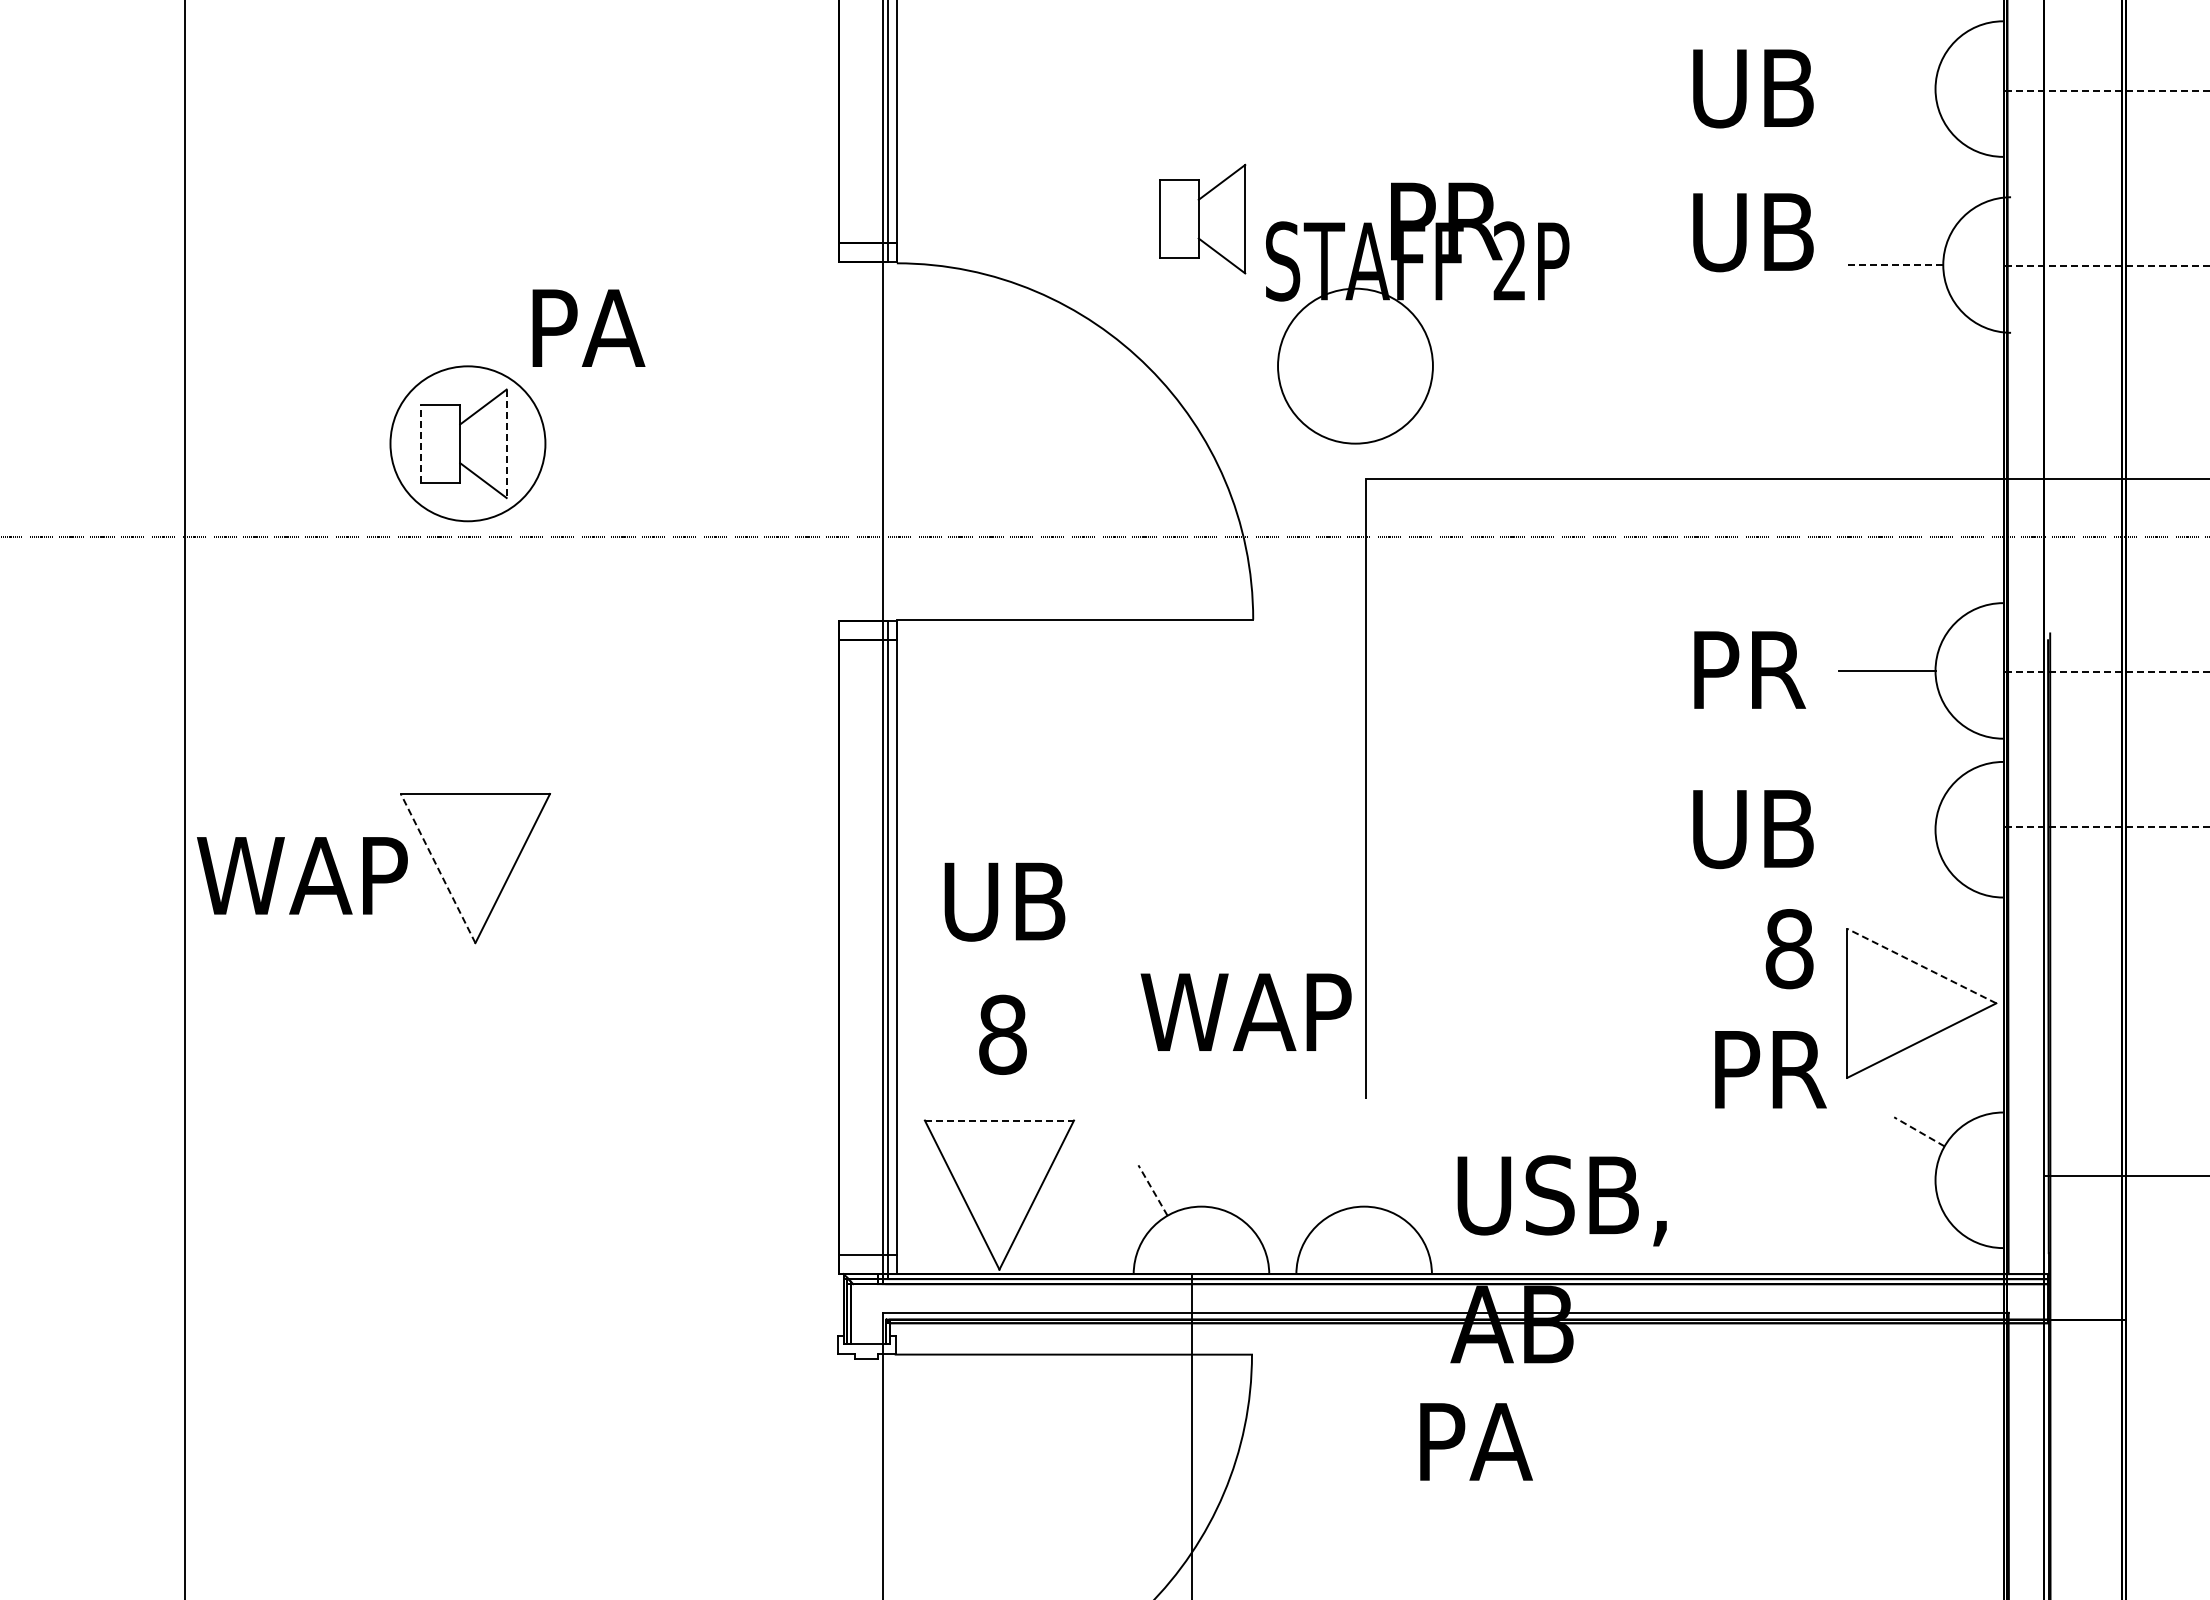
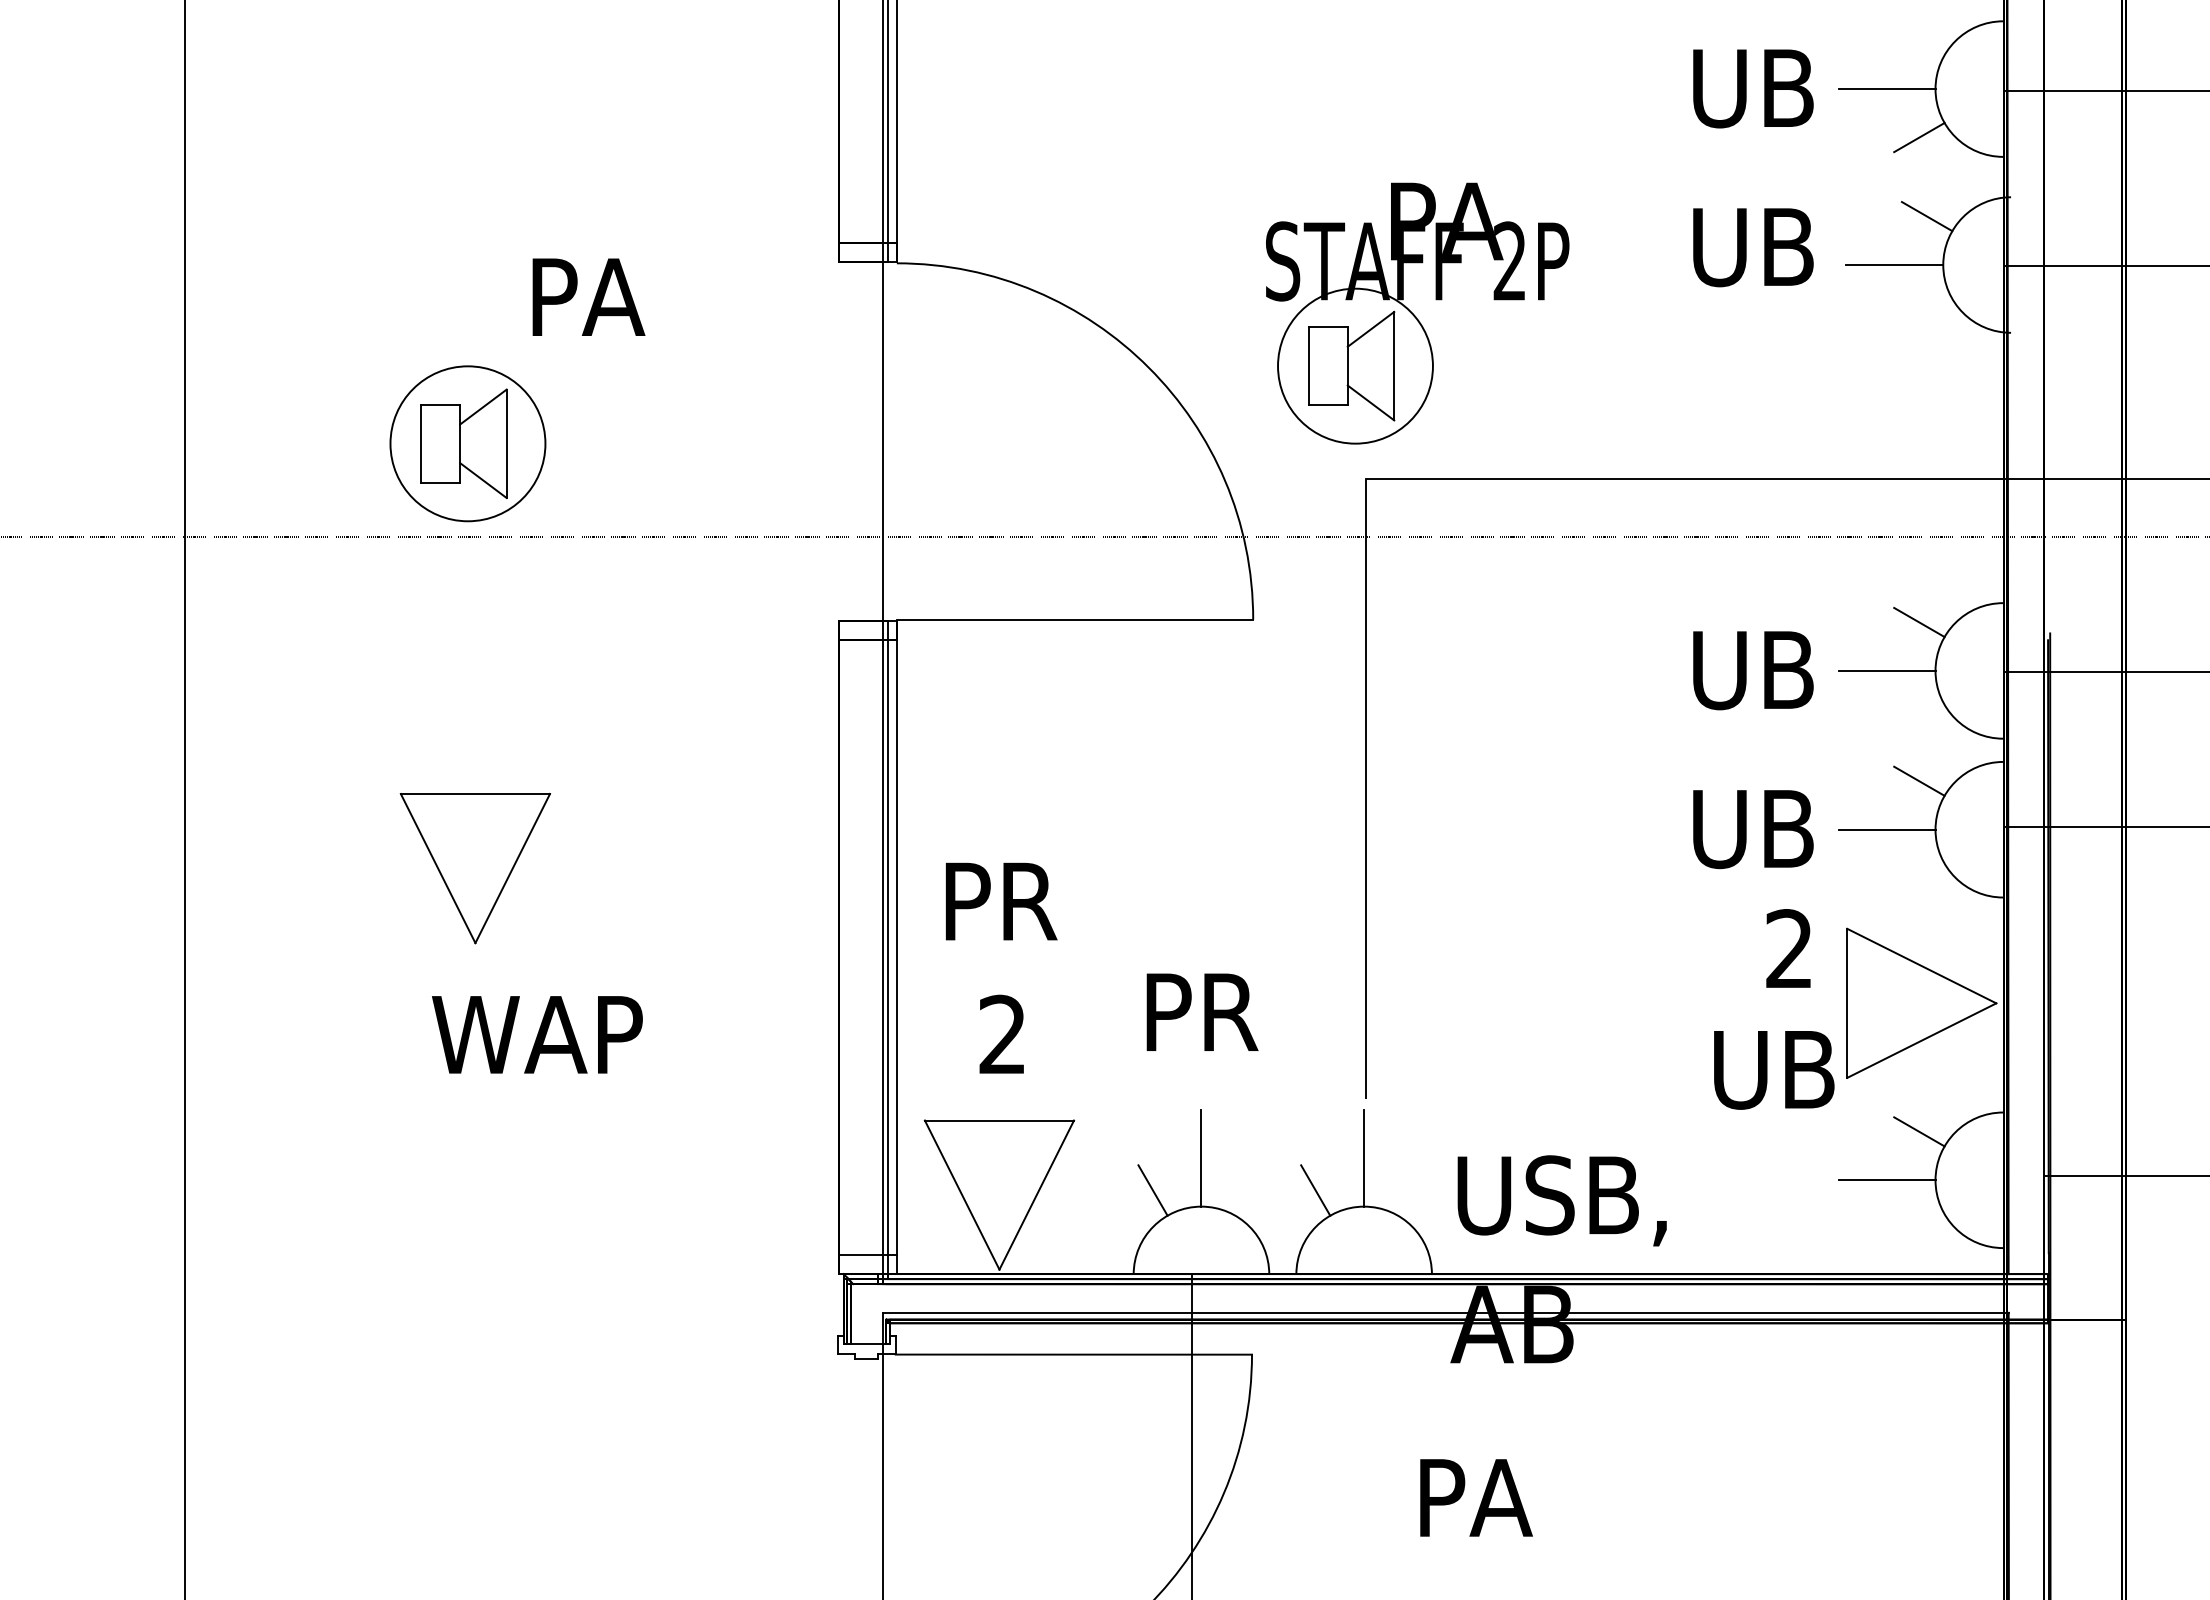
line at (1886, 89): none -> present
line at (2209, 91): dashed -> solid
line at (1919, 137): none -> present
line at (1926, 216): none -> present
part at (1202, 218) position: (1202, 218) -> (1351, 365)
text at (1472, 221): PR -> PA
text at (1753, 232) position: (1753, 232) -> (1753, 247)
line at (1894, 265): dashed -> solid
text at (588, 327) position: (588, 327) -> (588, 296)
line at (421, 443): dashed -> solid
line at (506, 444): dashed -> solid
line at (1919, 622): none -> present
text at (1753, 670): PR -> UB
line at (2107, 672): dashed -> solid
line at (1919, 780): none -> present
line at (2107, 827): dashed -> solid
line at (1886, 829): none -> present
line at (437, 868): dashed -> solid
text at (302, 875) position: (302, 875) -> (537, 1034)
text at (1004, 901): UB -> PR
text at (1789, 949): 8 -> 2
line at (1921, 965): dashed -> solid
text at (1245, 1011): WAP -> PR
text at (1002, 1034): 8 -> 2
text at (1774, 1070): PR -> UB
line at (999, 1120): dashed -> solid
line at (1918, 1131): dashed -> solid
line at (1201, 1157): none -> present
line at (1364, 1157): none -> present
line at (1886, 1180): none -> present
line at (1152, 1190): dashed -> solid
line at (1315, 1190): none -> present
text at (1476, 1441) position: (1476, 1441) -> (1476, 1497)
